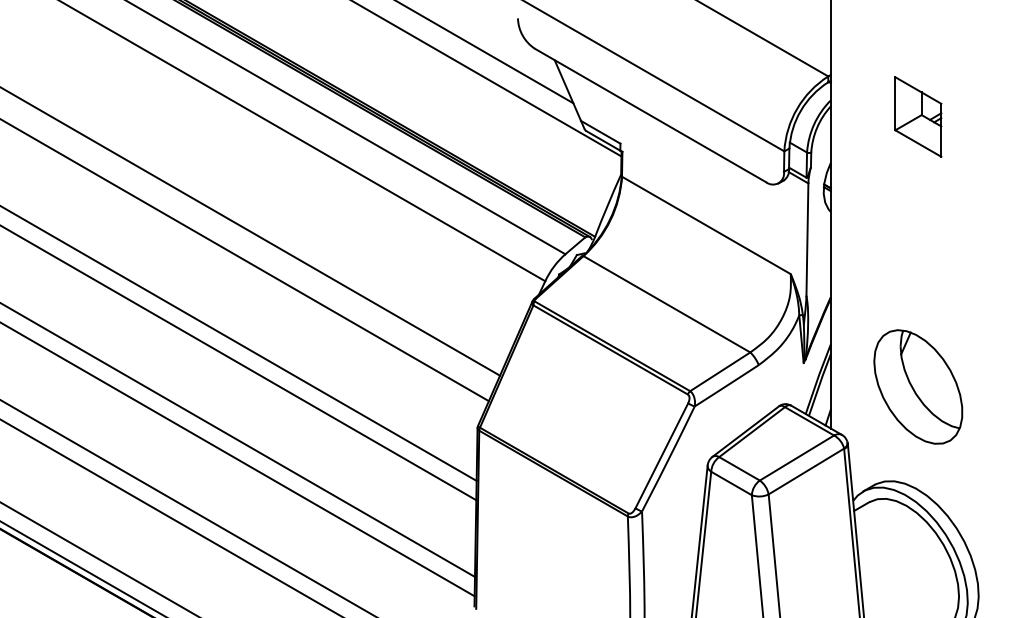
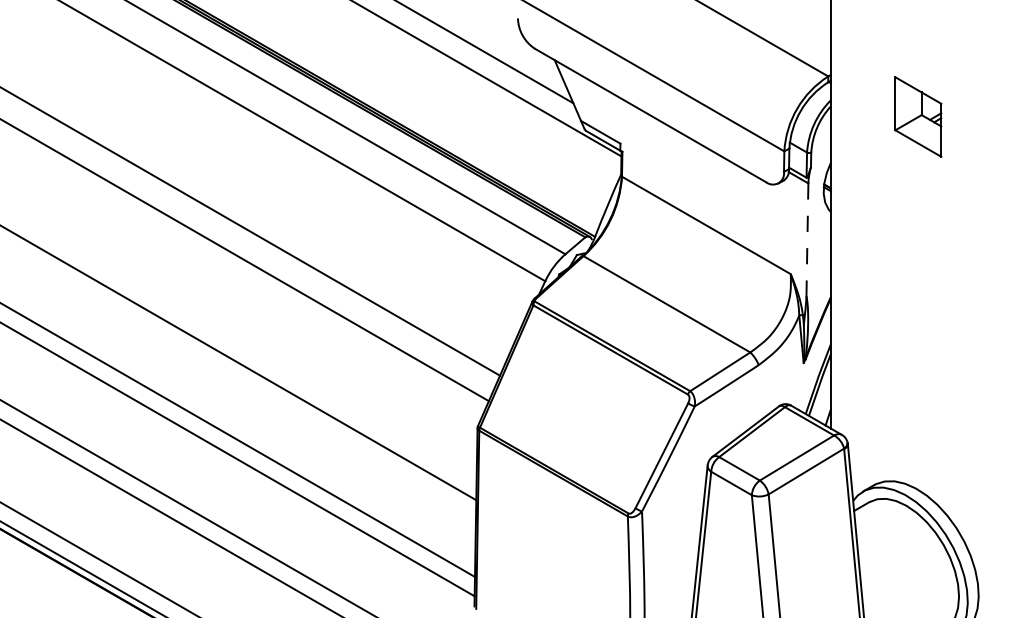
line at (807, 240): solid -> dashed
line at (239, 343): present -> none
part at (918, 386): present -> none
